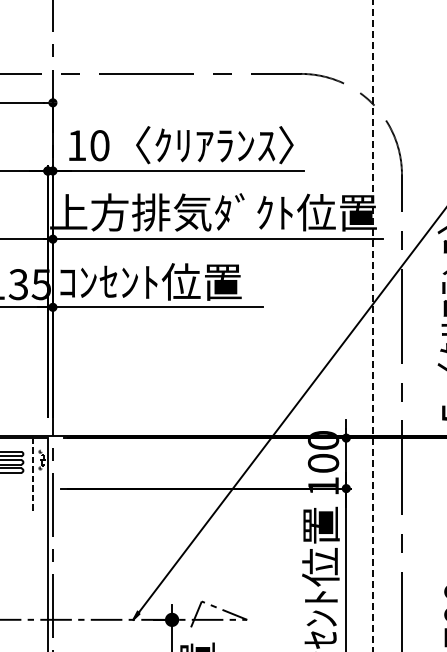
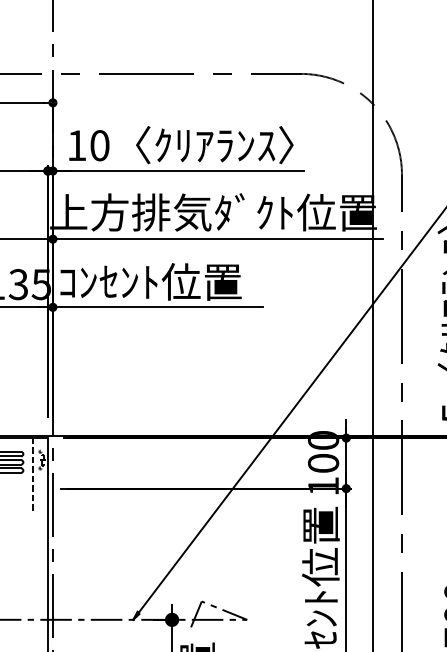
line at (373, 325): dashed -> solid
